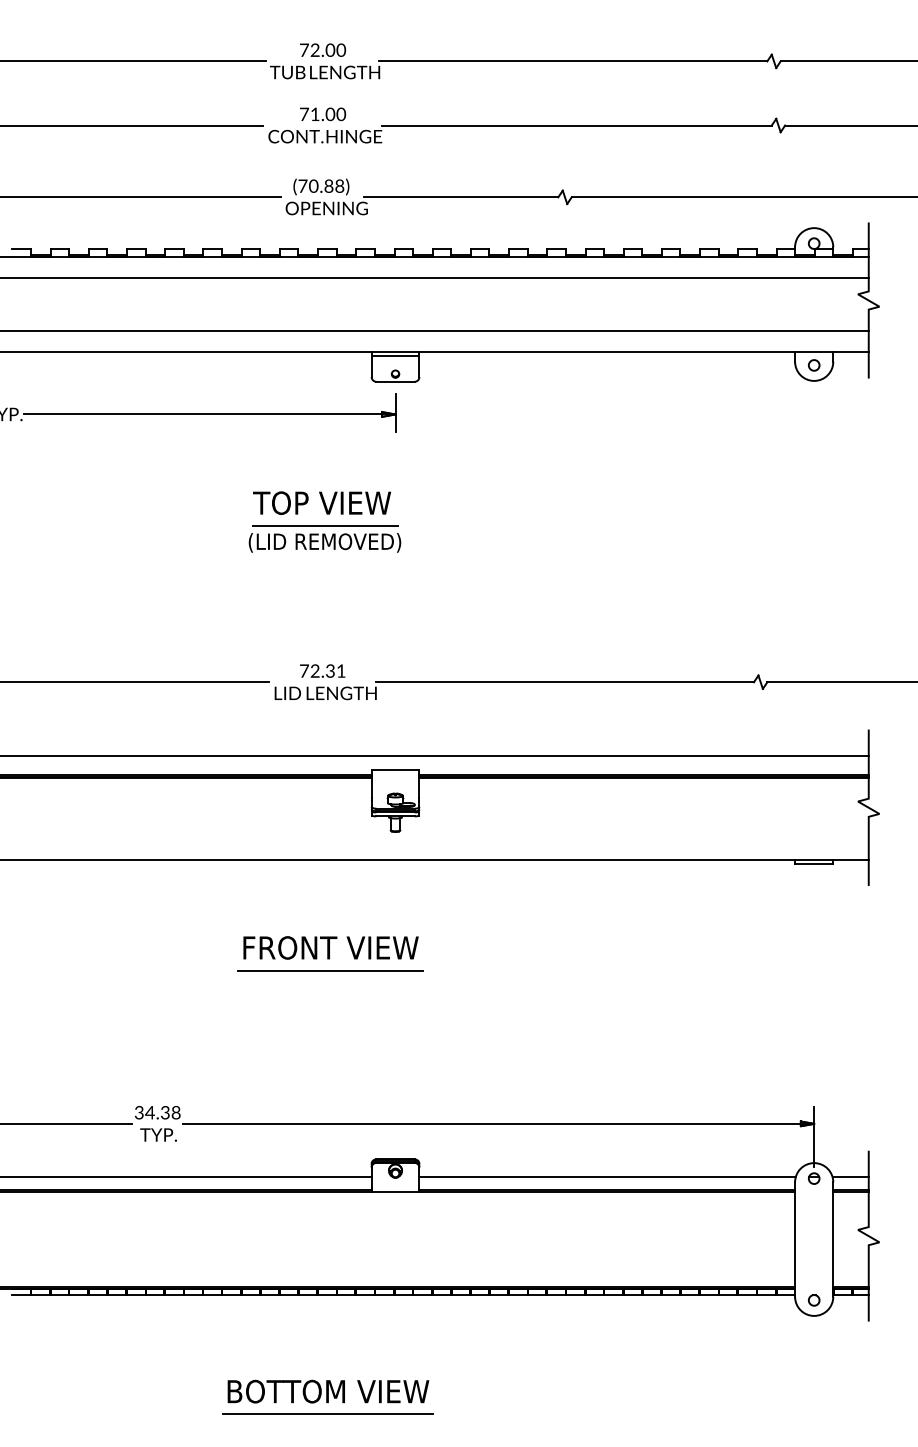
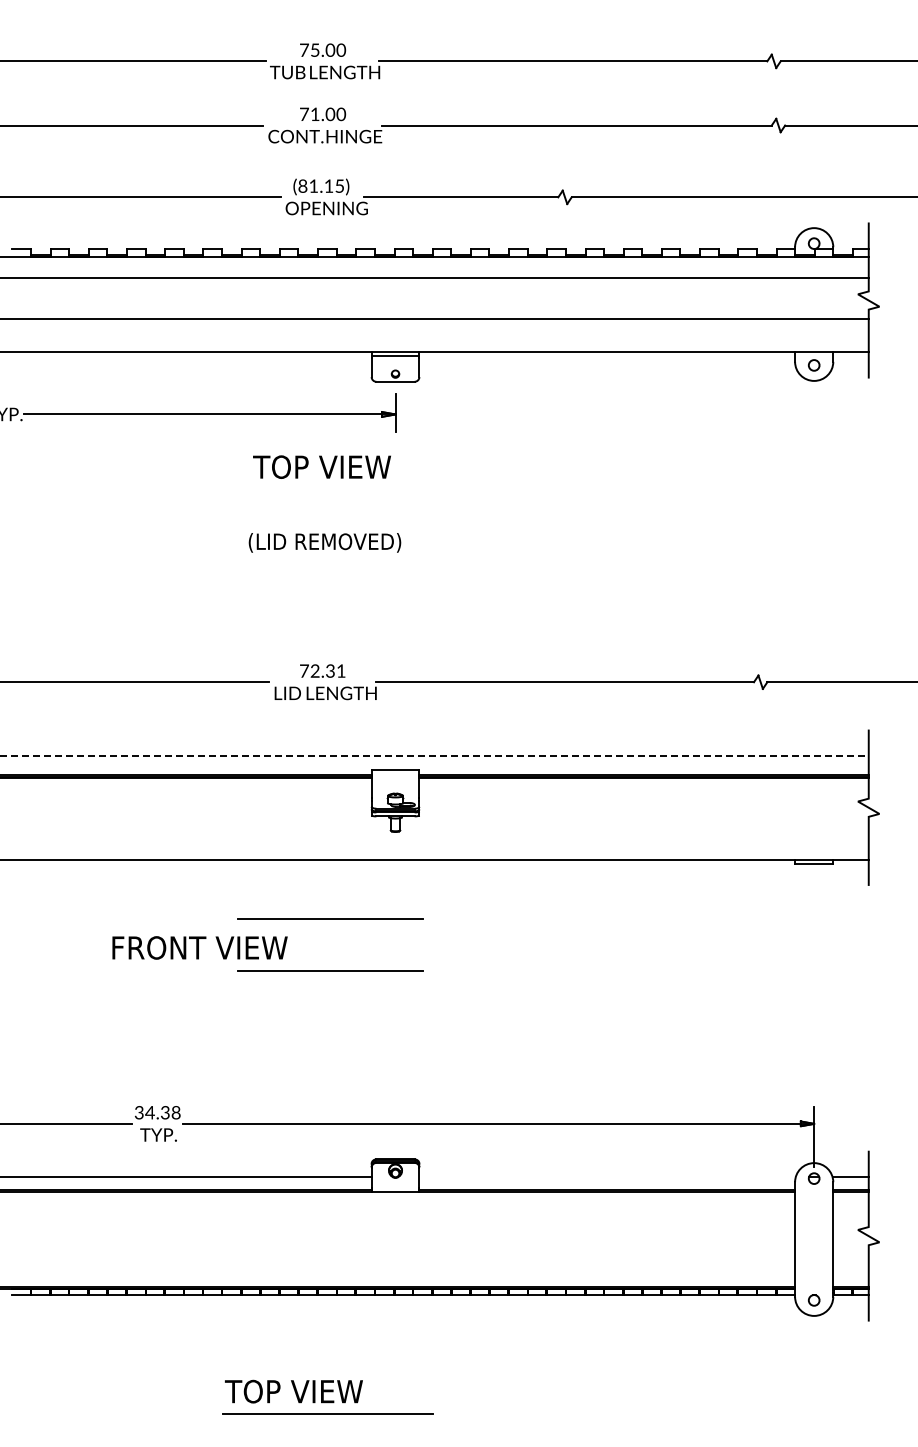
text at (314, 49): 72.00 -> 75.00
text at (321, 185): (70.88) -> (81.15)
line at (435, 330) position: (435, 330) -> (435, 318)
text at (321, 502) position: (321, 502) -> (321, 466)
line at (325, 525): present -> none
line at (434, 755): solid -> dashed
line at (330, 918): none -> present
text at (330, 947) position: (330, 947) -> (199, 947)
line at (607, 1176): present -> none
text at (326, 1391): BOTTOM VIEW -> TOP VIEW
